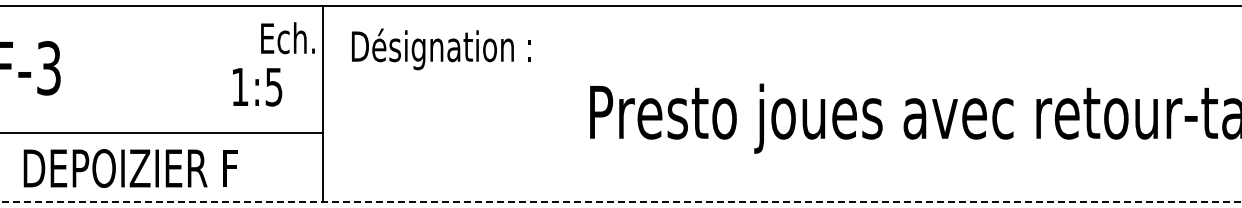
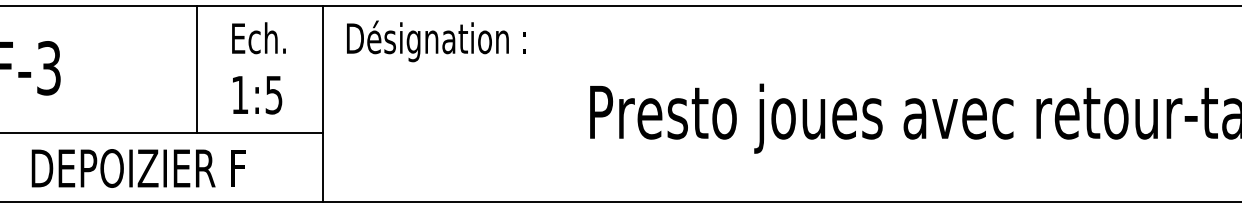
text at (287, 38) position: (287, 38) -> (258, 38)
text at (441, 49) position: (441, 49) -> (436, 41)
line at (197, 69): none -> present
text at (257, 87) position: (257, 87) -> (257, 95)
text at (130, 168) position: (130, 168) -> (138, 168)
line at (620, 201): dashed -> solid
